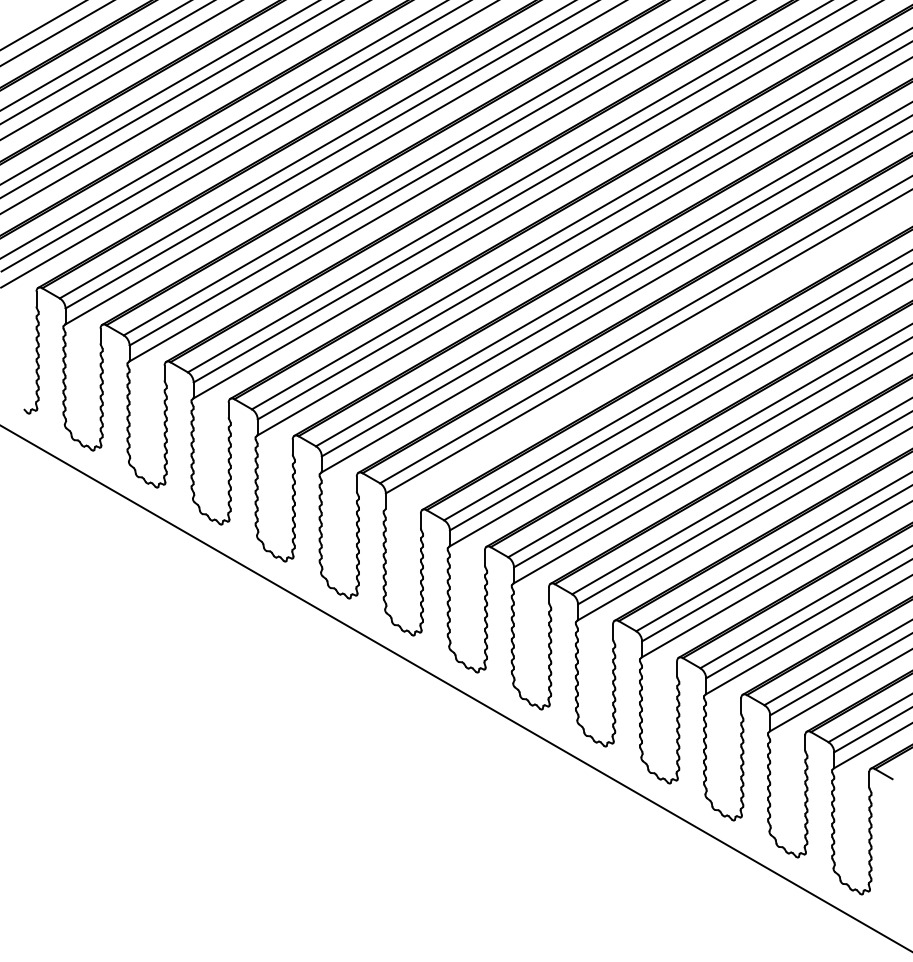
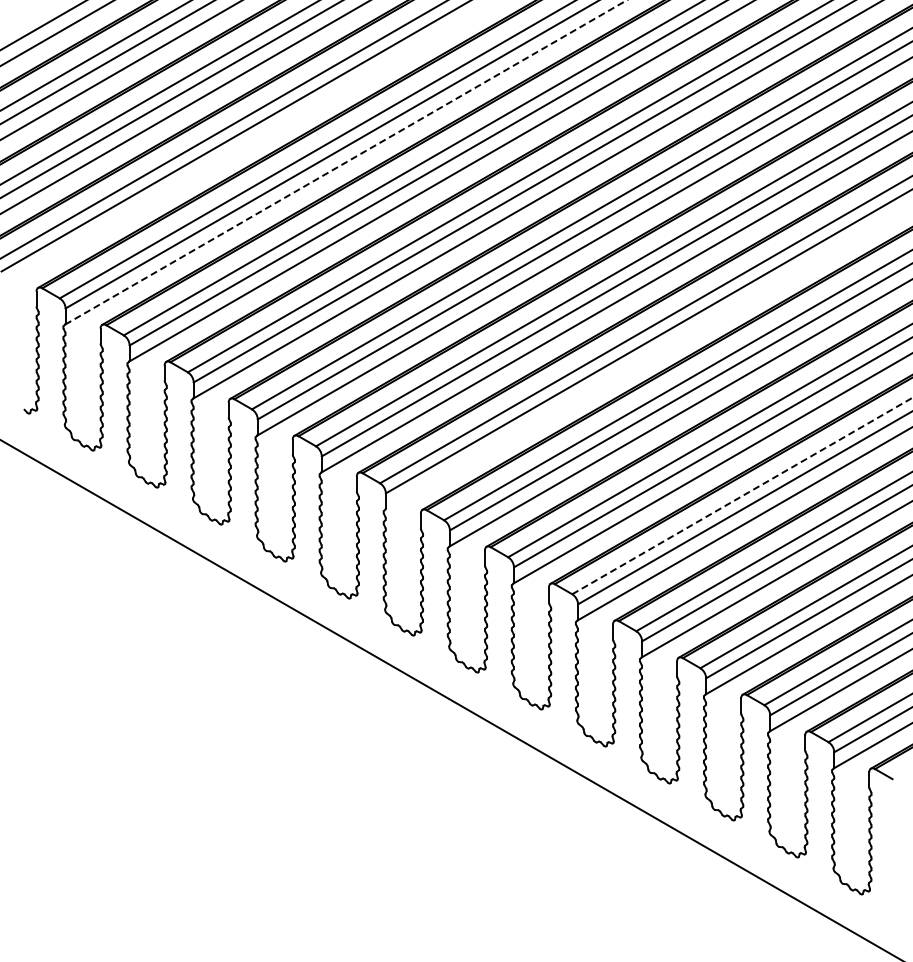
line at (248, 144): present -> none
line at (346, 162): solid -> dashed
line at (742, 495): solid -> dashed
line at (455, 688) position: (455, 688) -> (450, 699)
